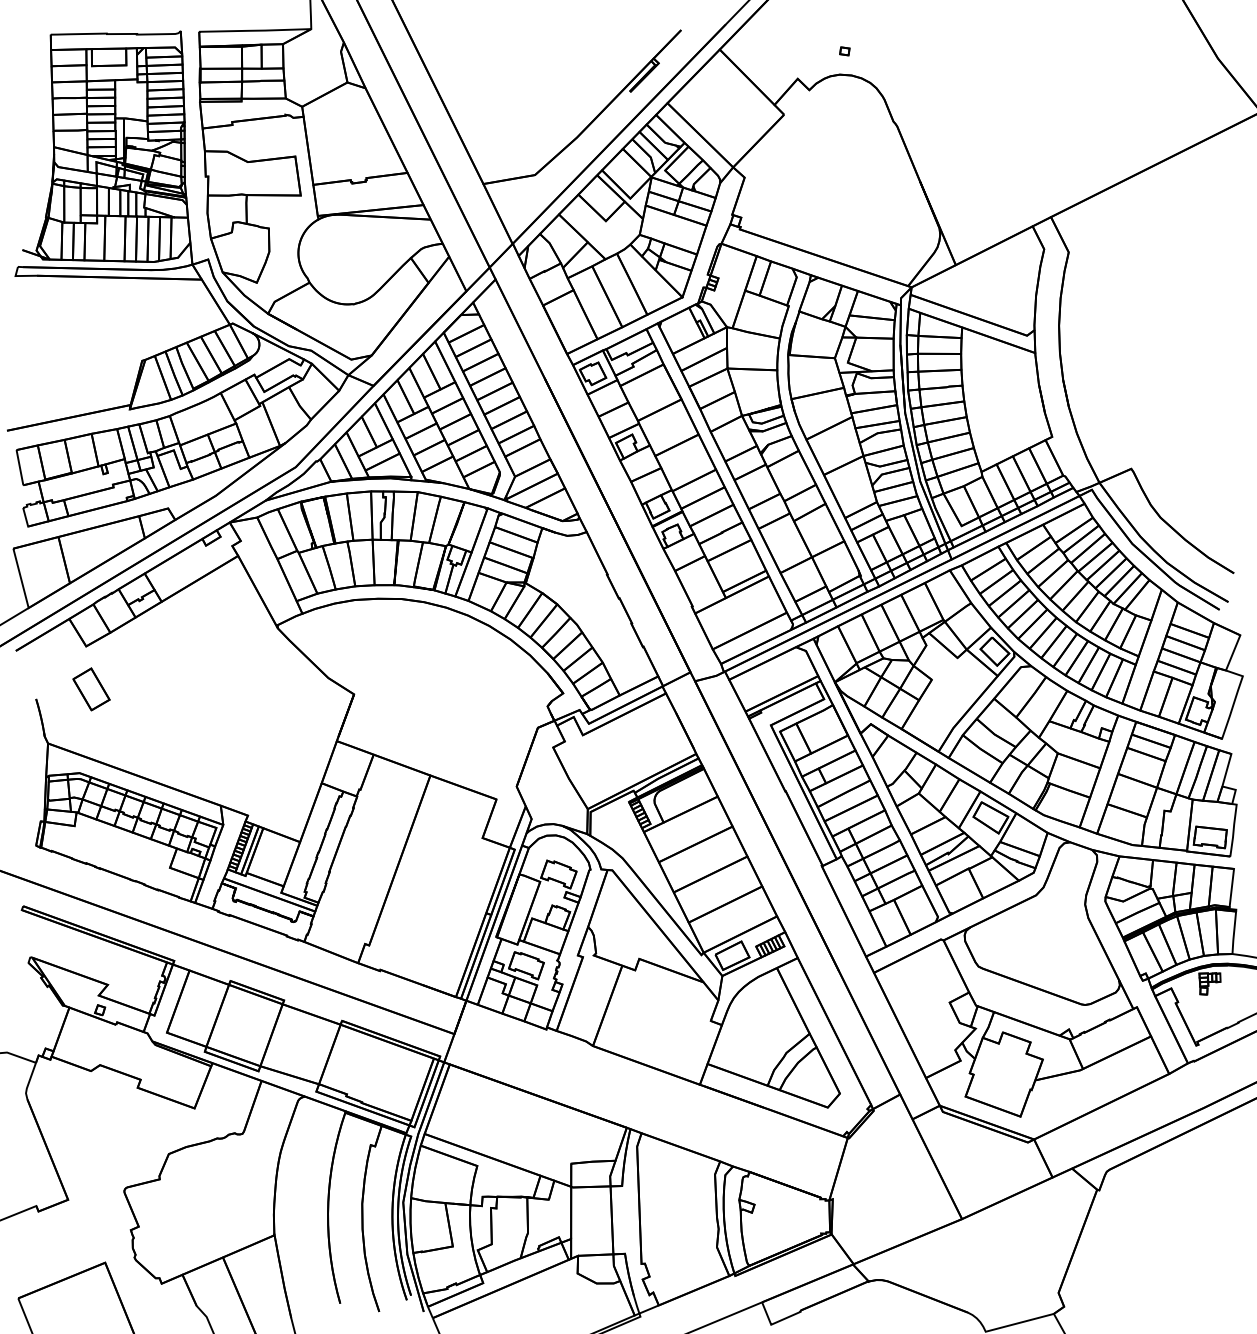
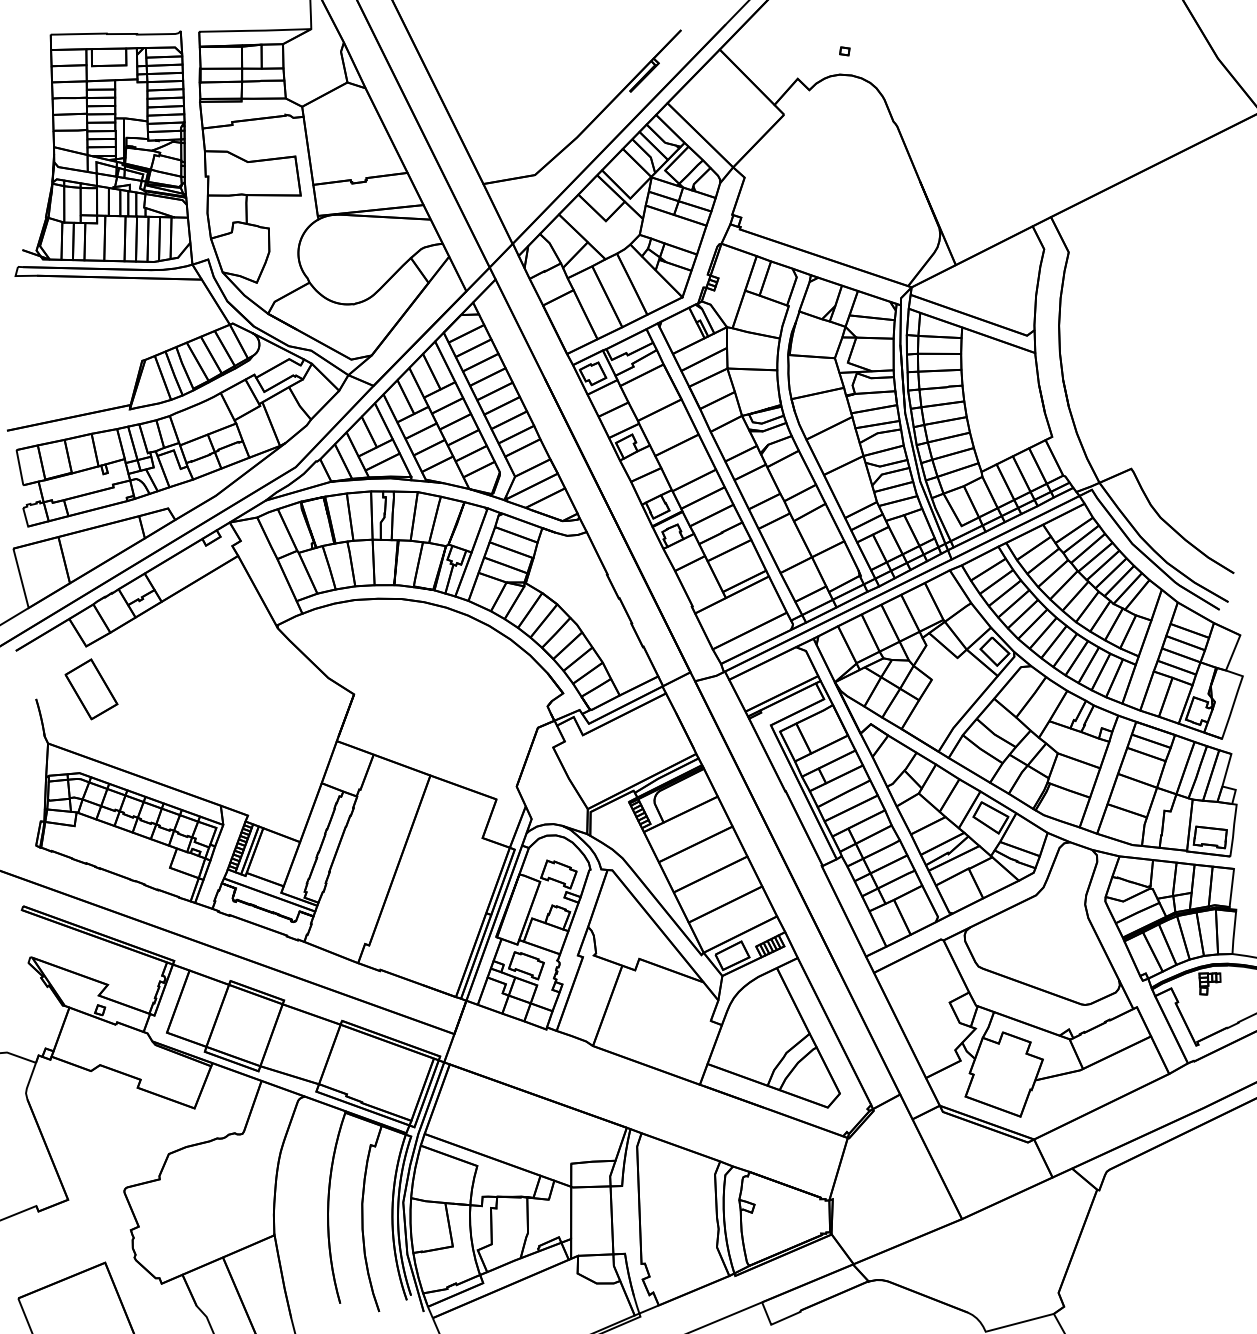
part at (91, 689) size: 39x45 px -> 55x63 px
